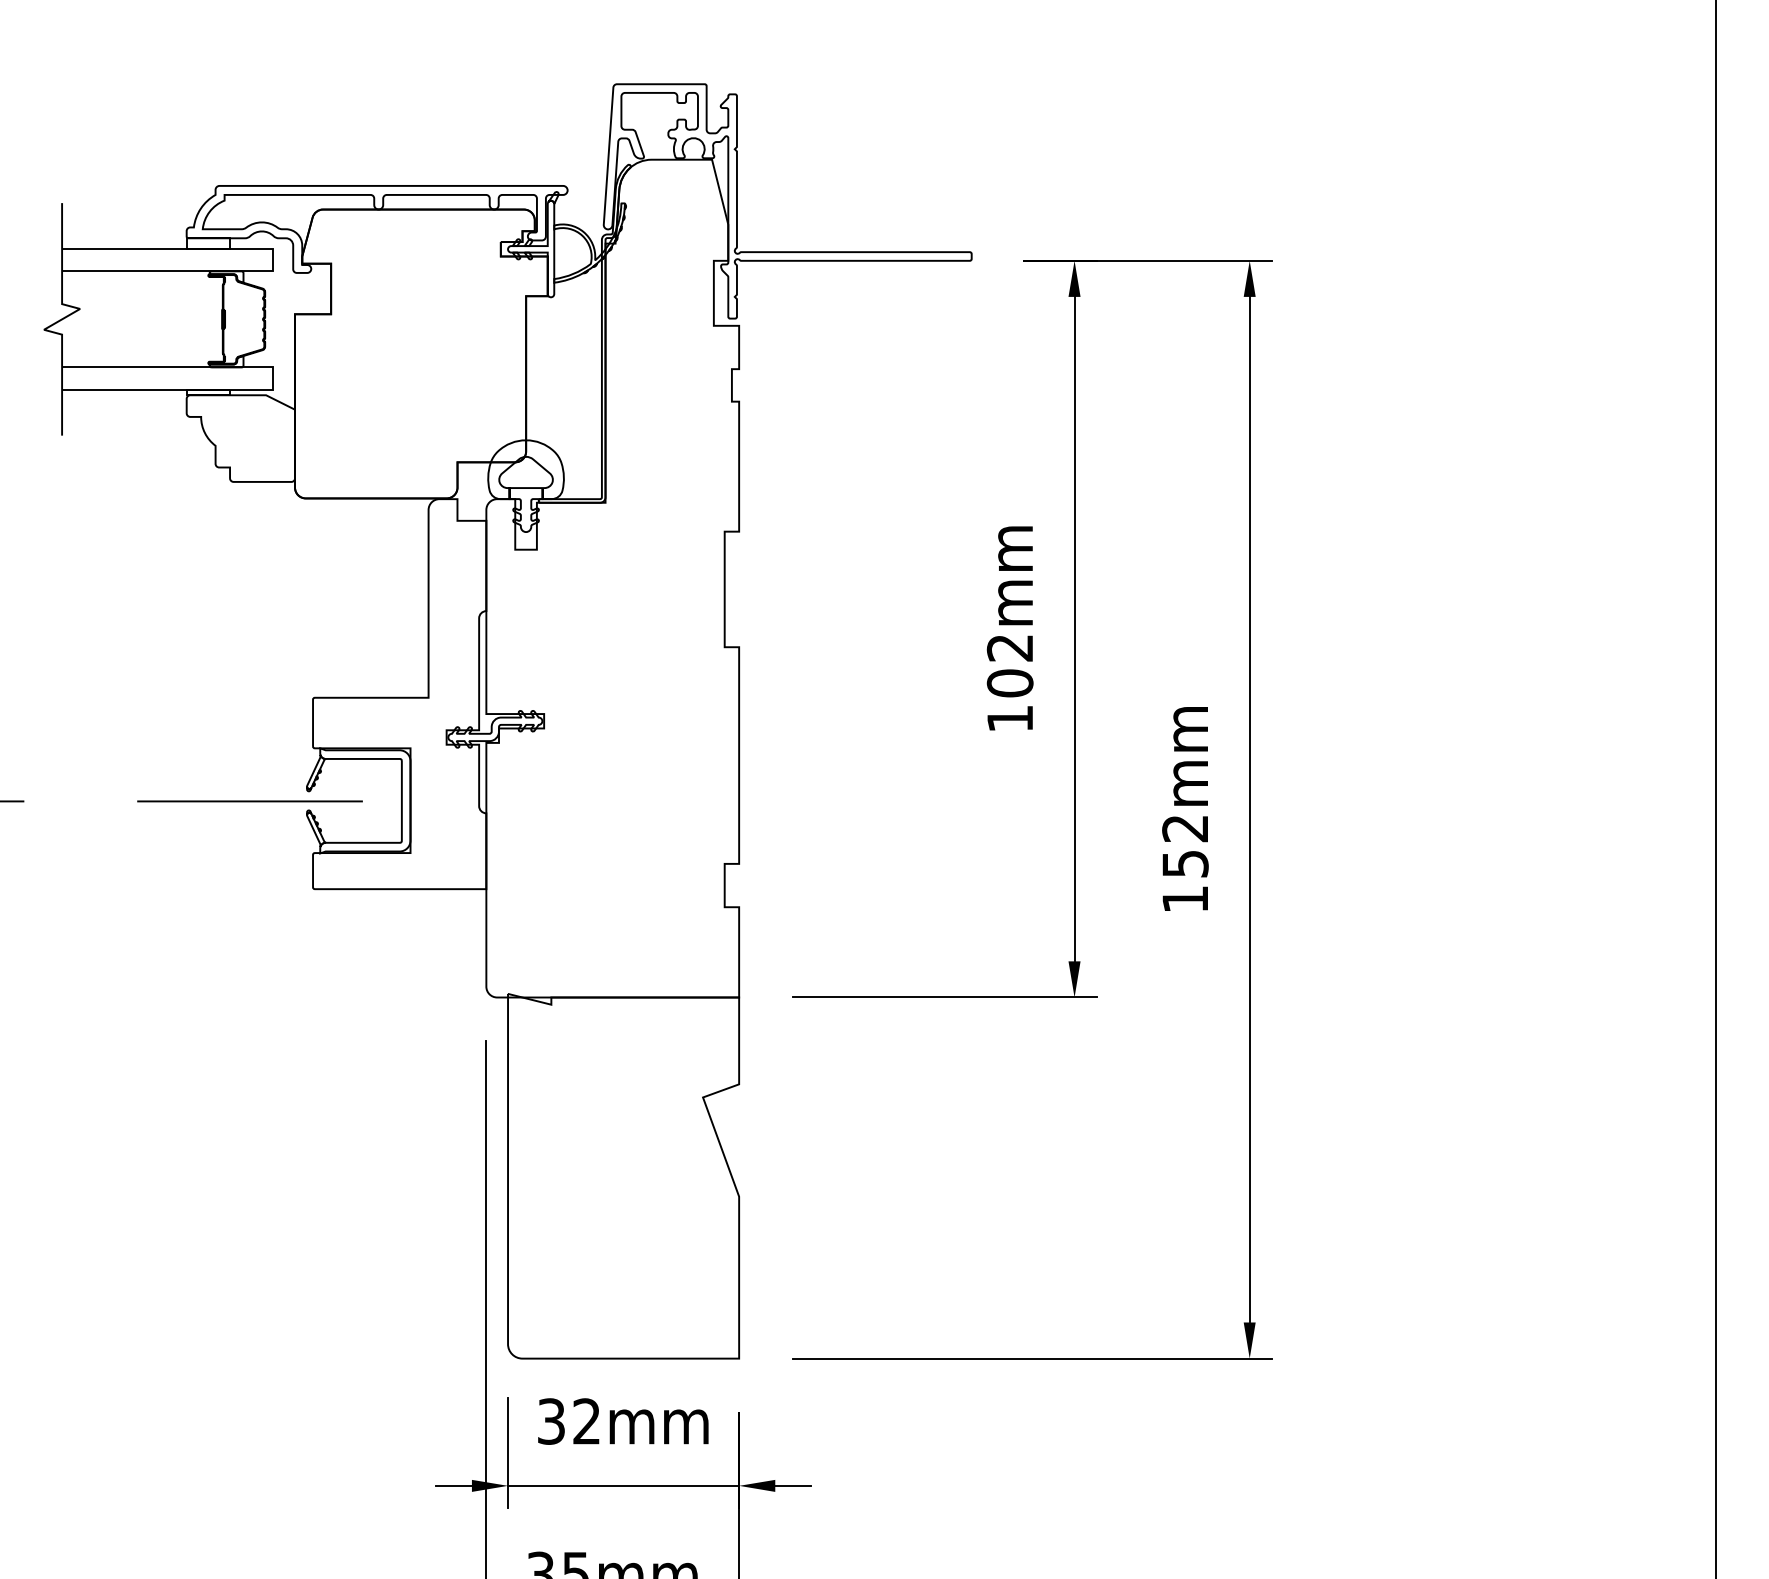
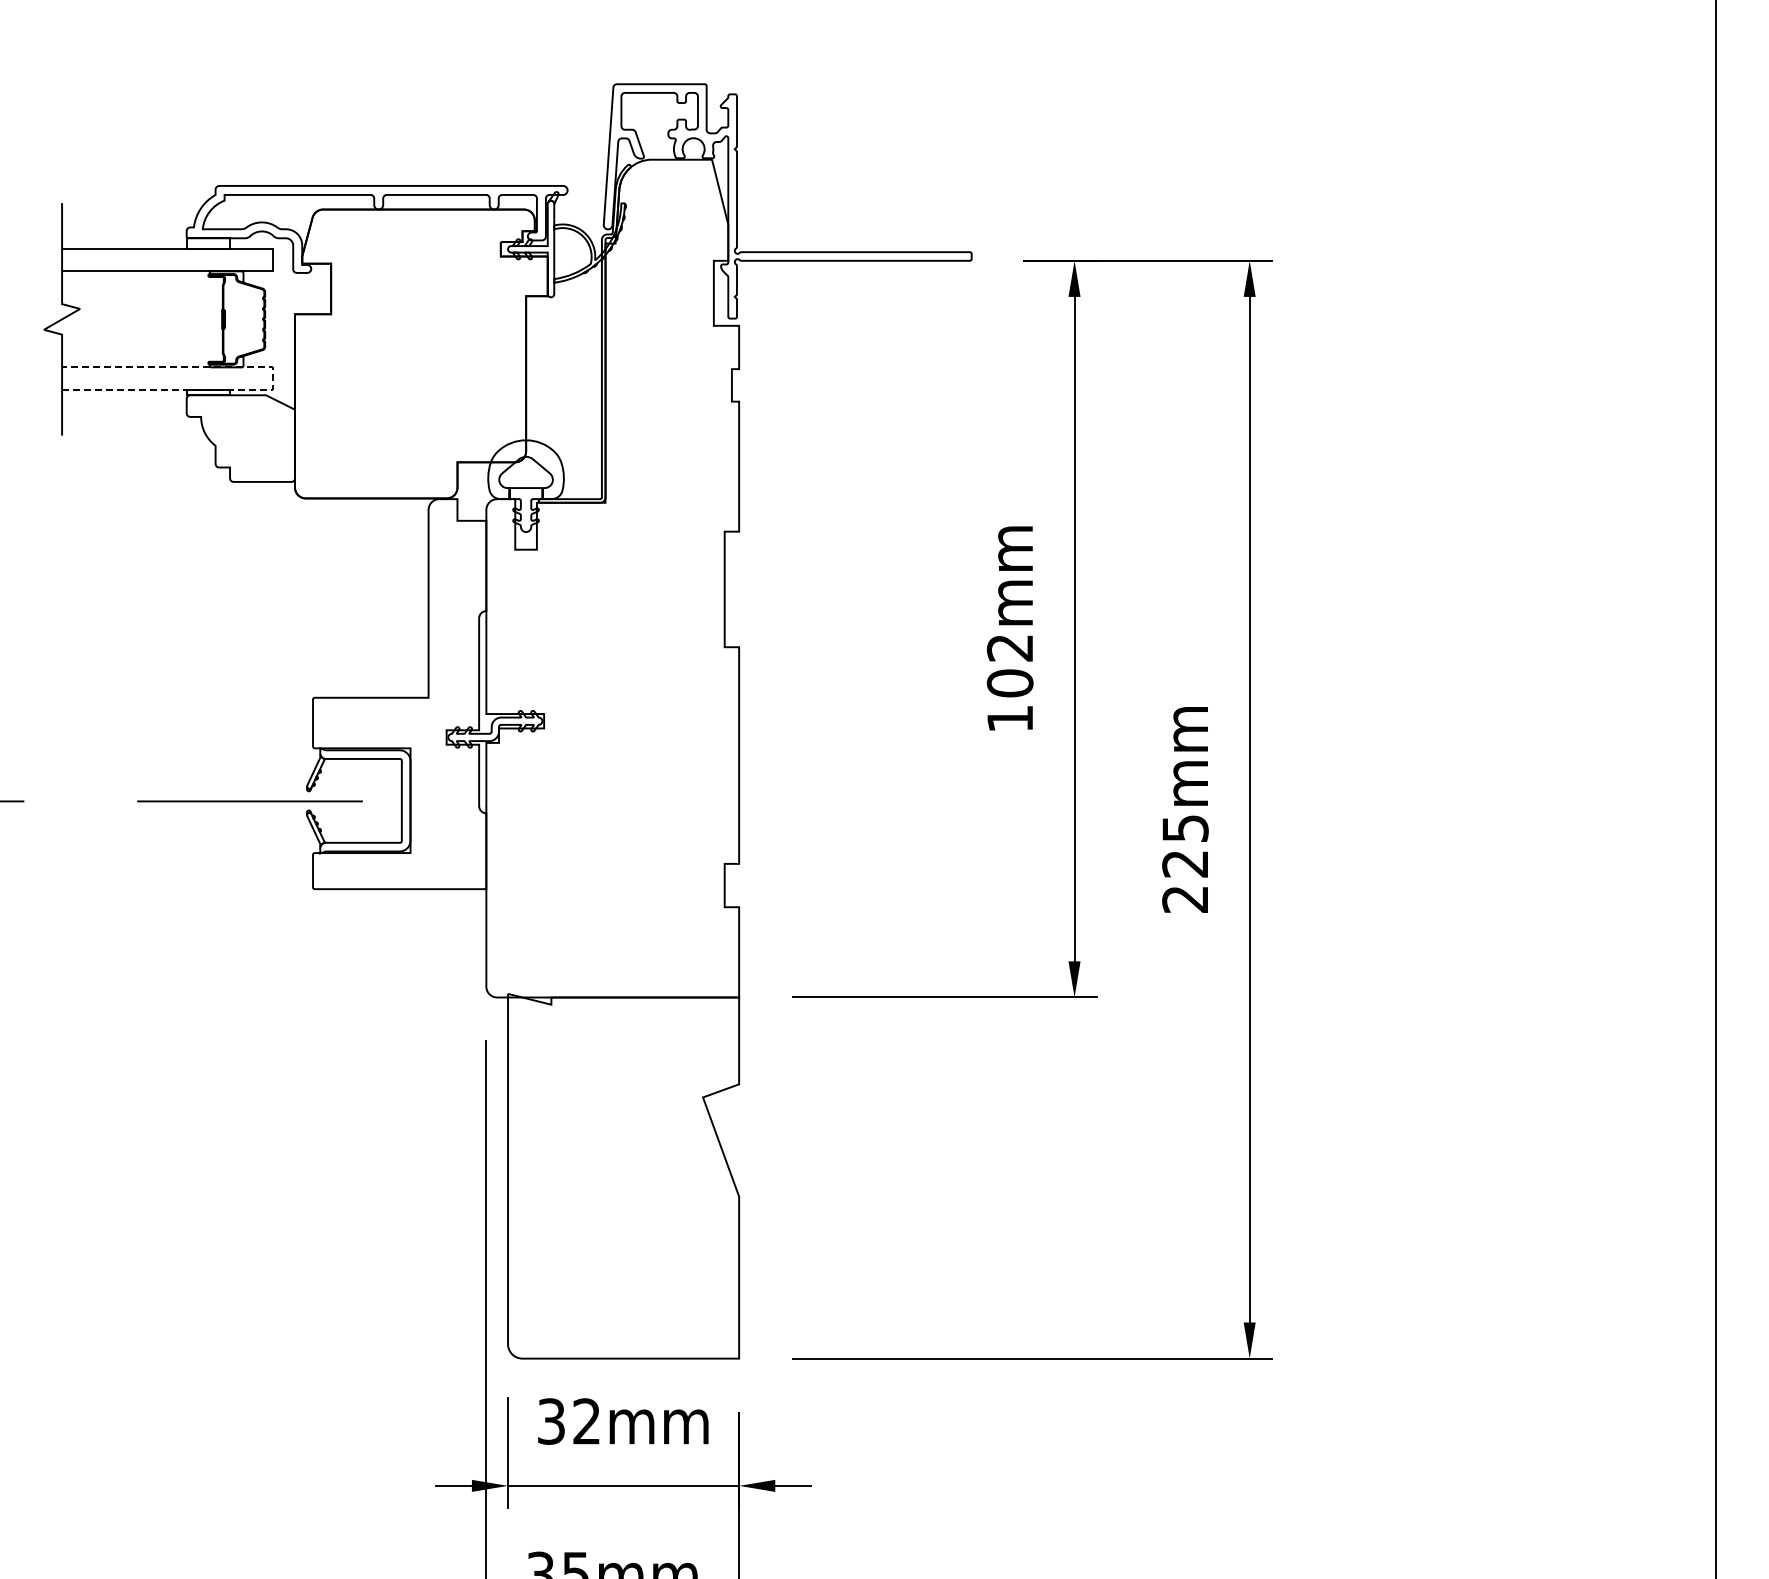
line at (273, 378): solid -> dashed
text at (1185, 863): 152mm -> 225mm
